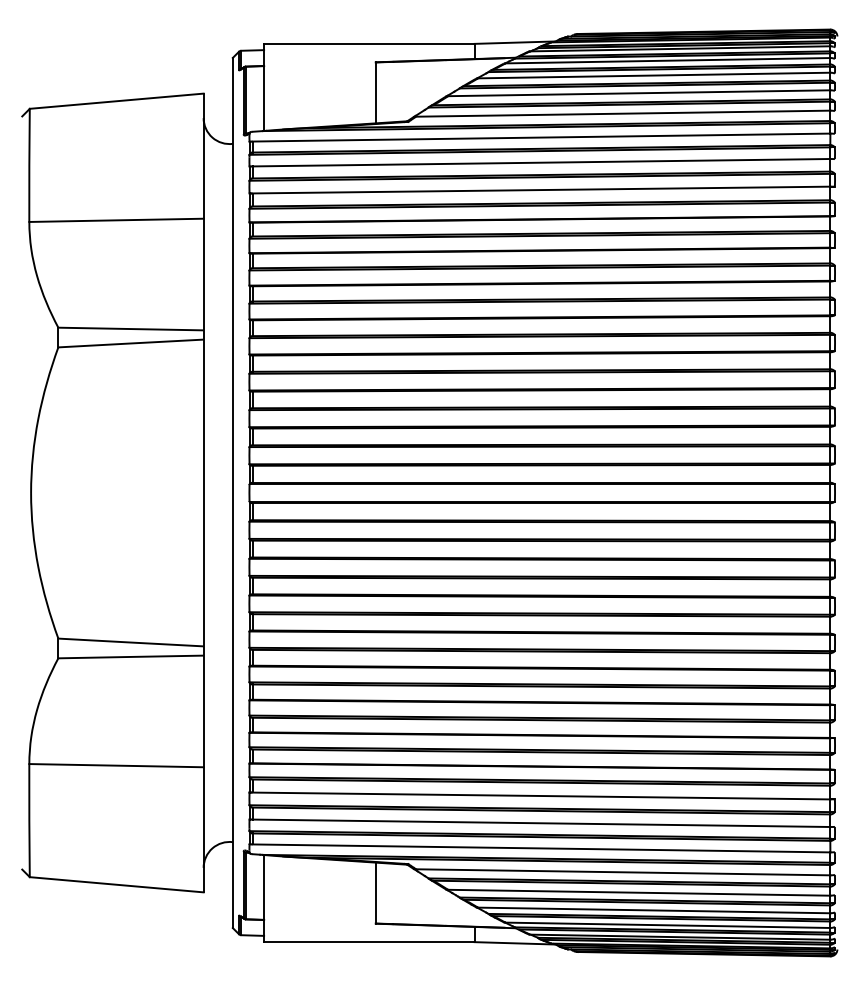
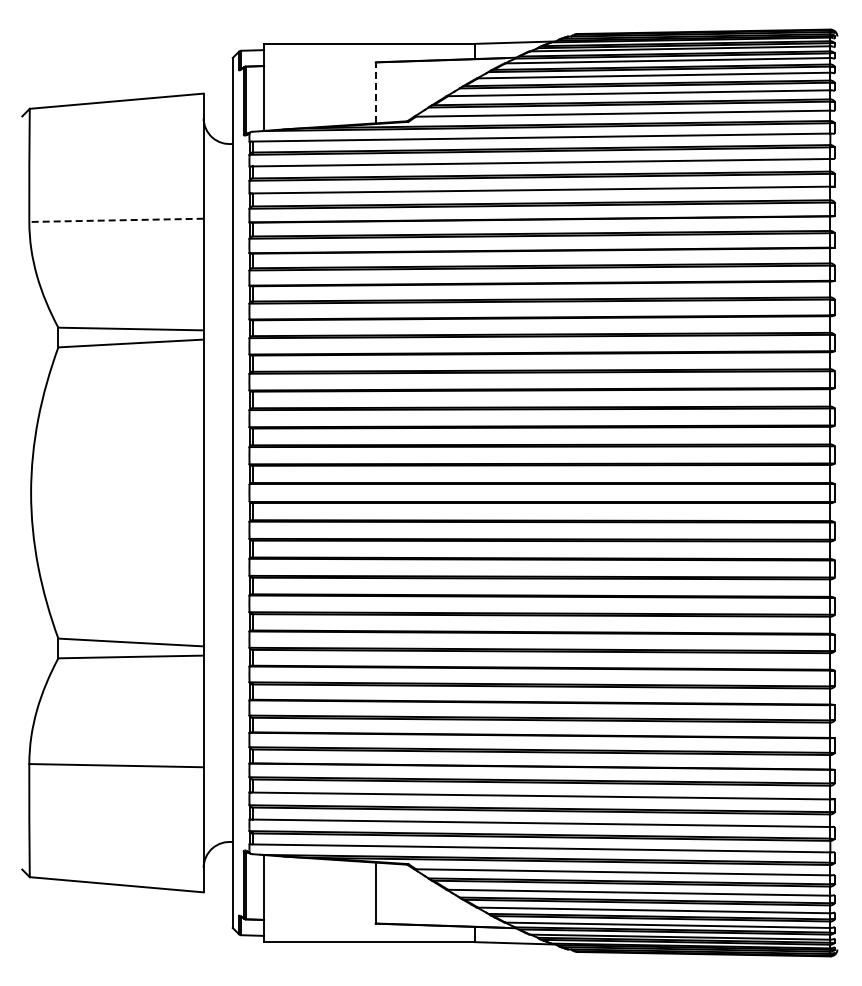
line at (375, 92): solid -> dashed
line at (115, 220): solid -> dashed
